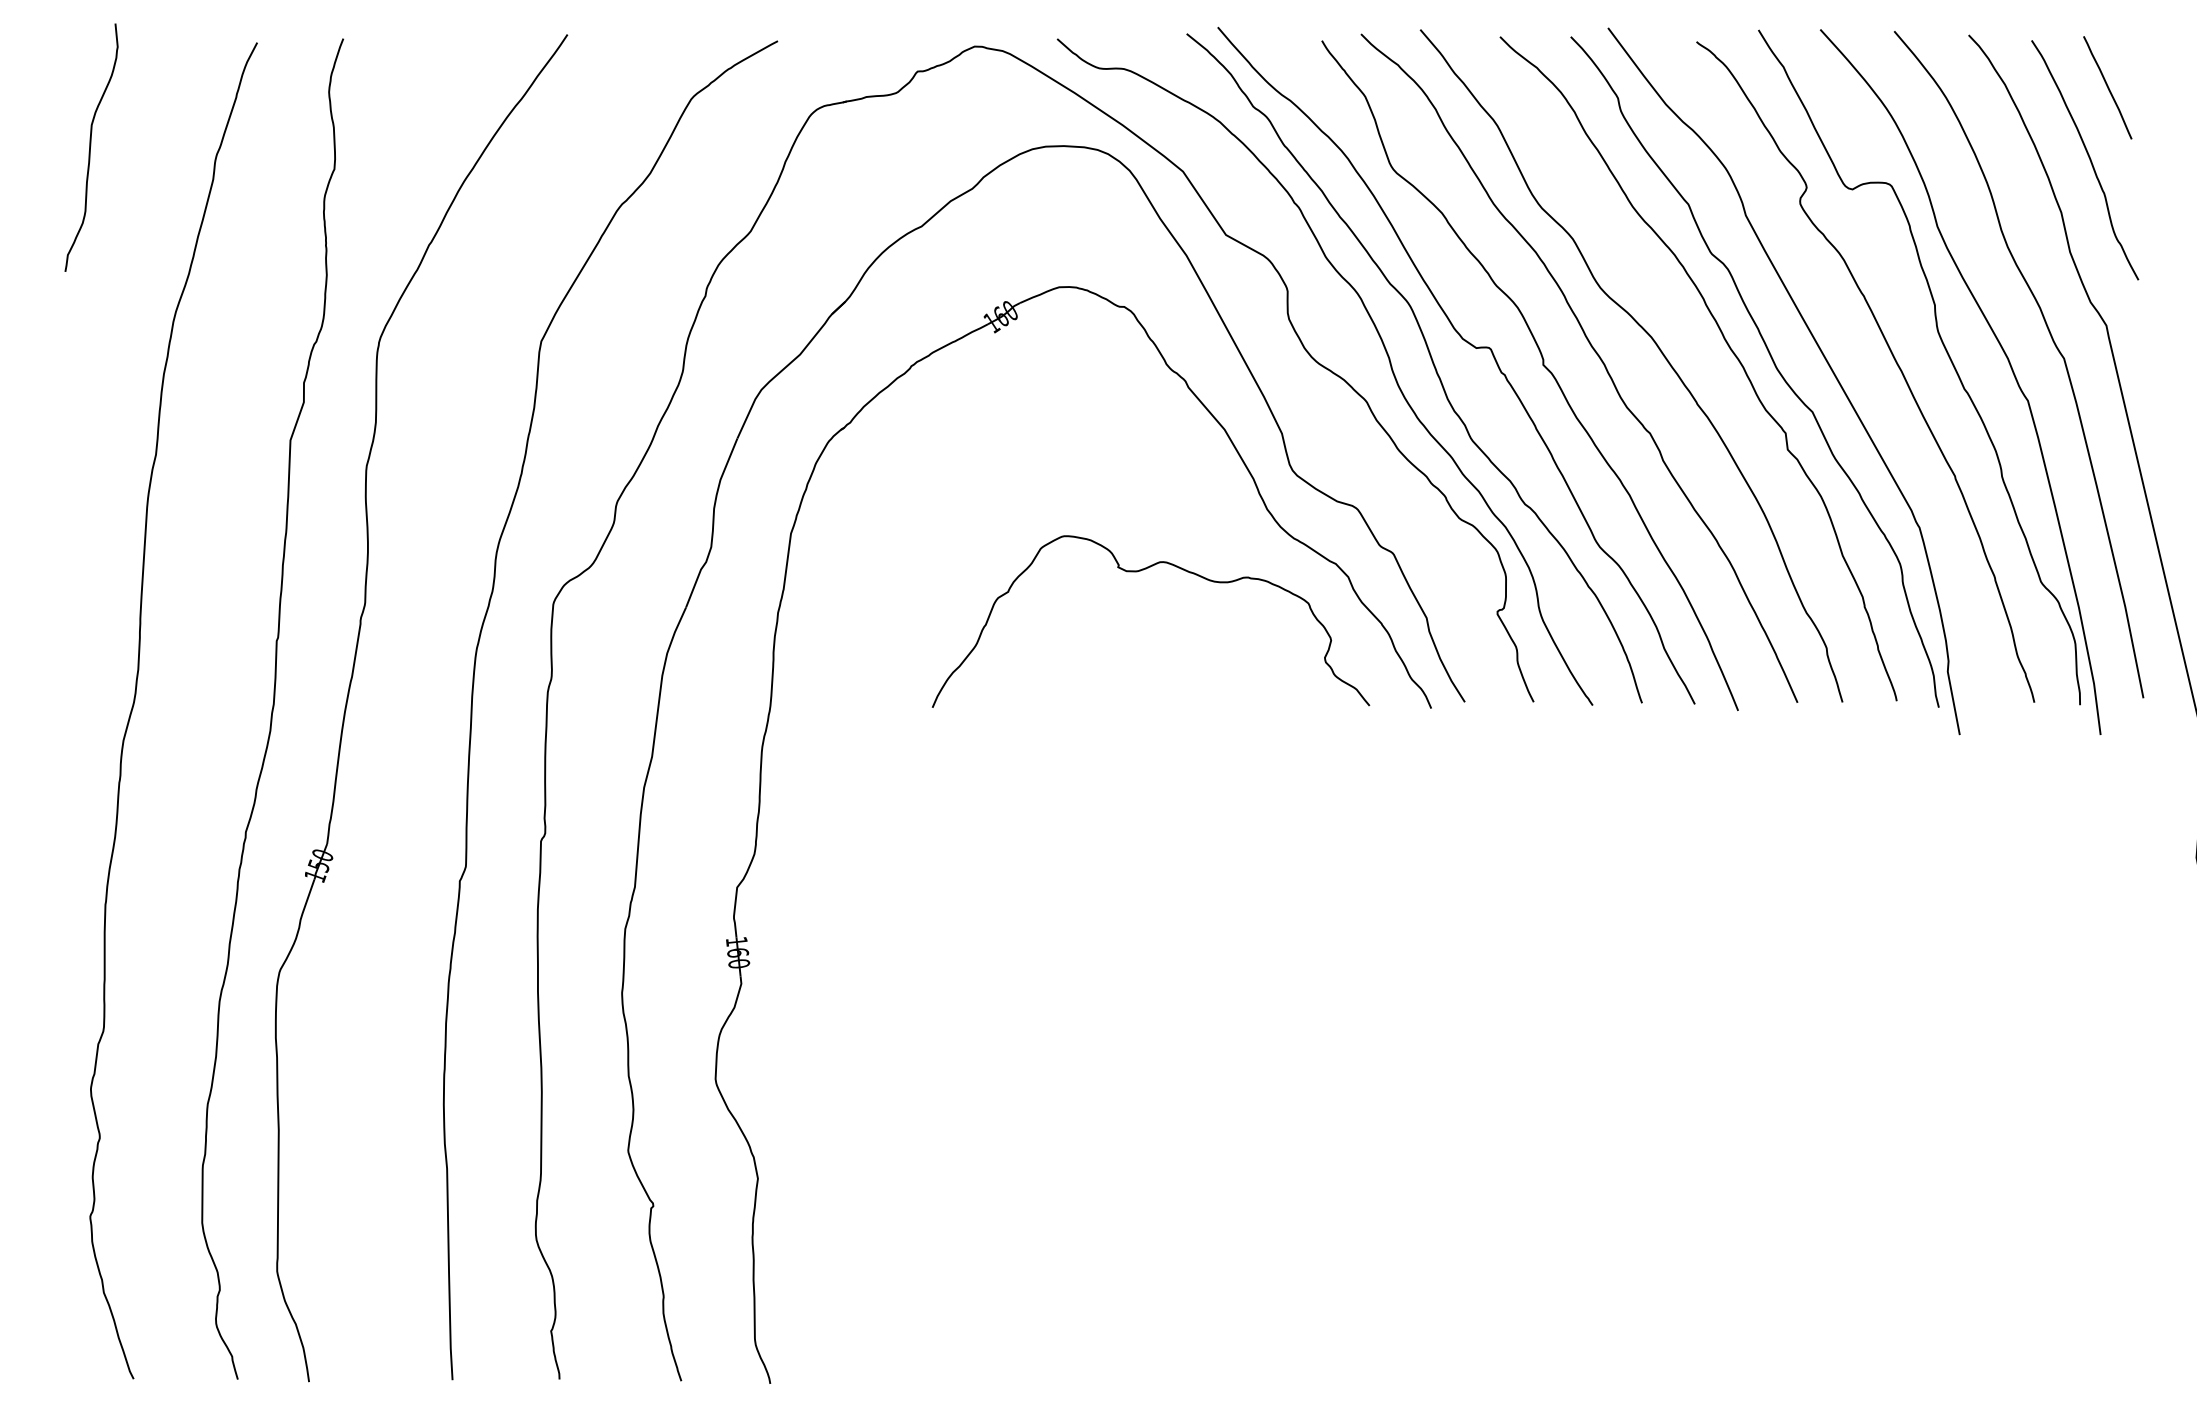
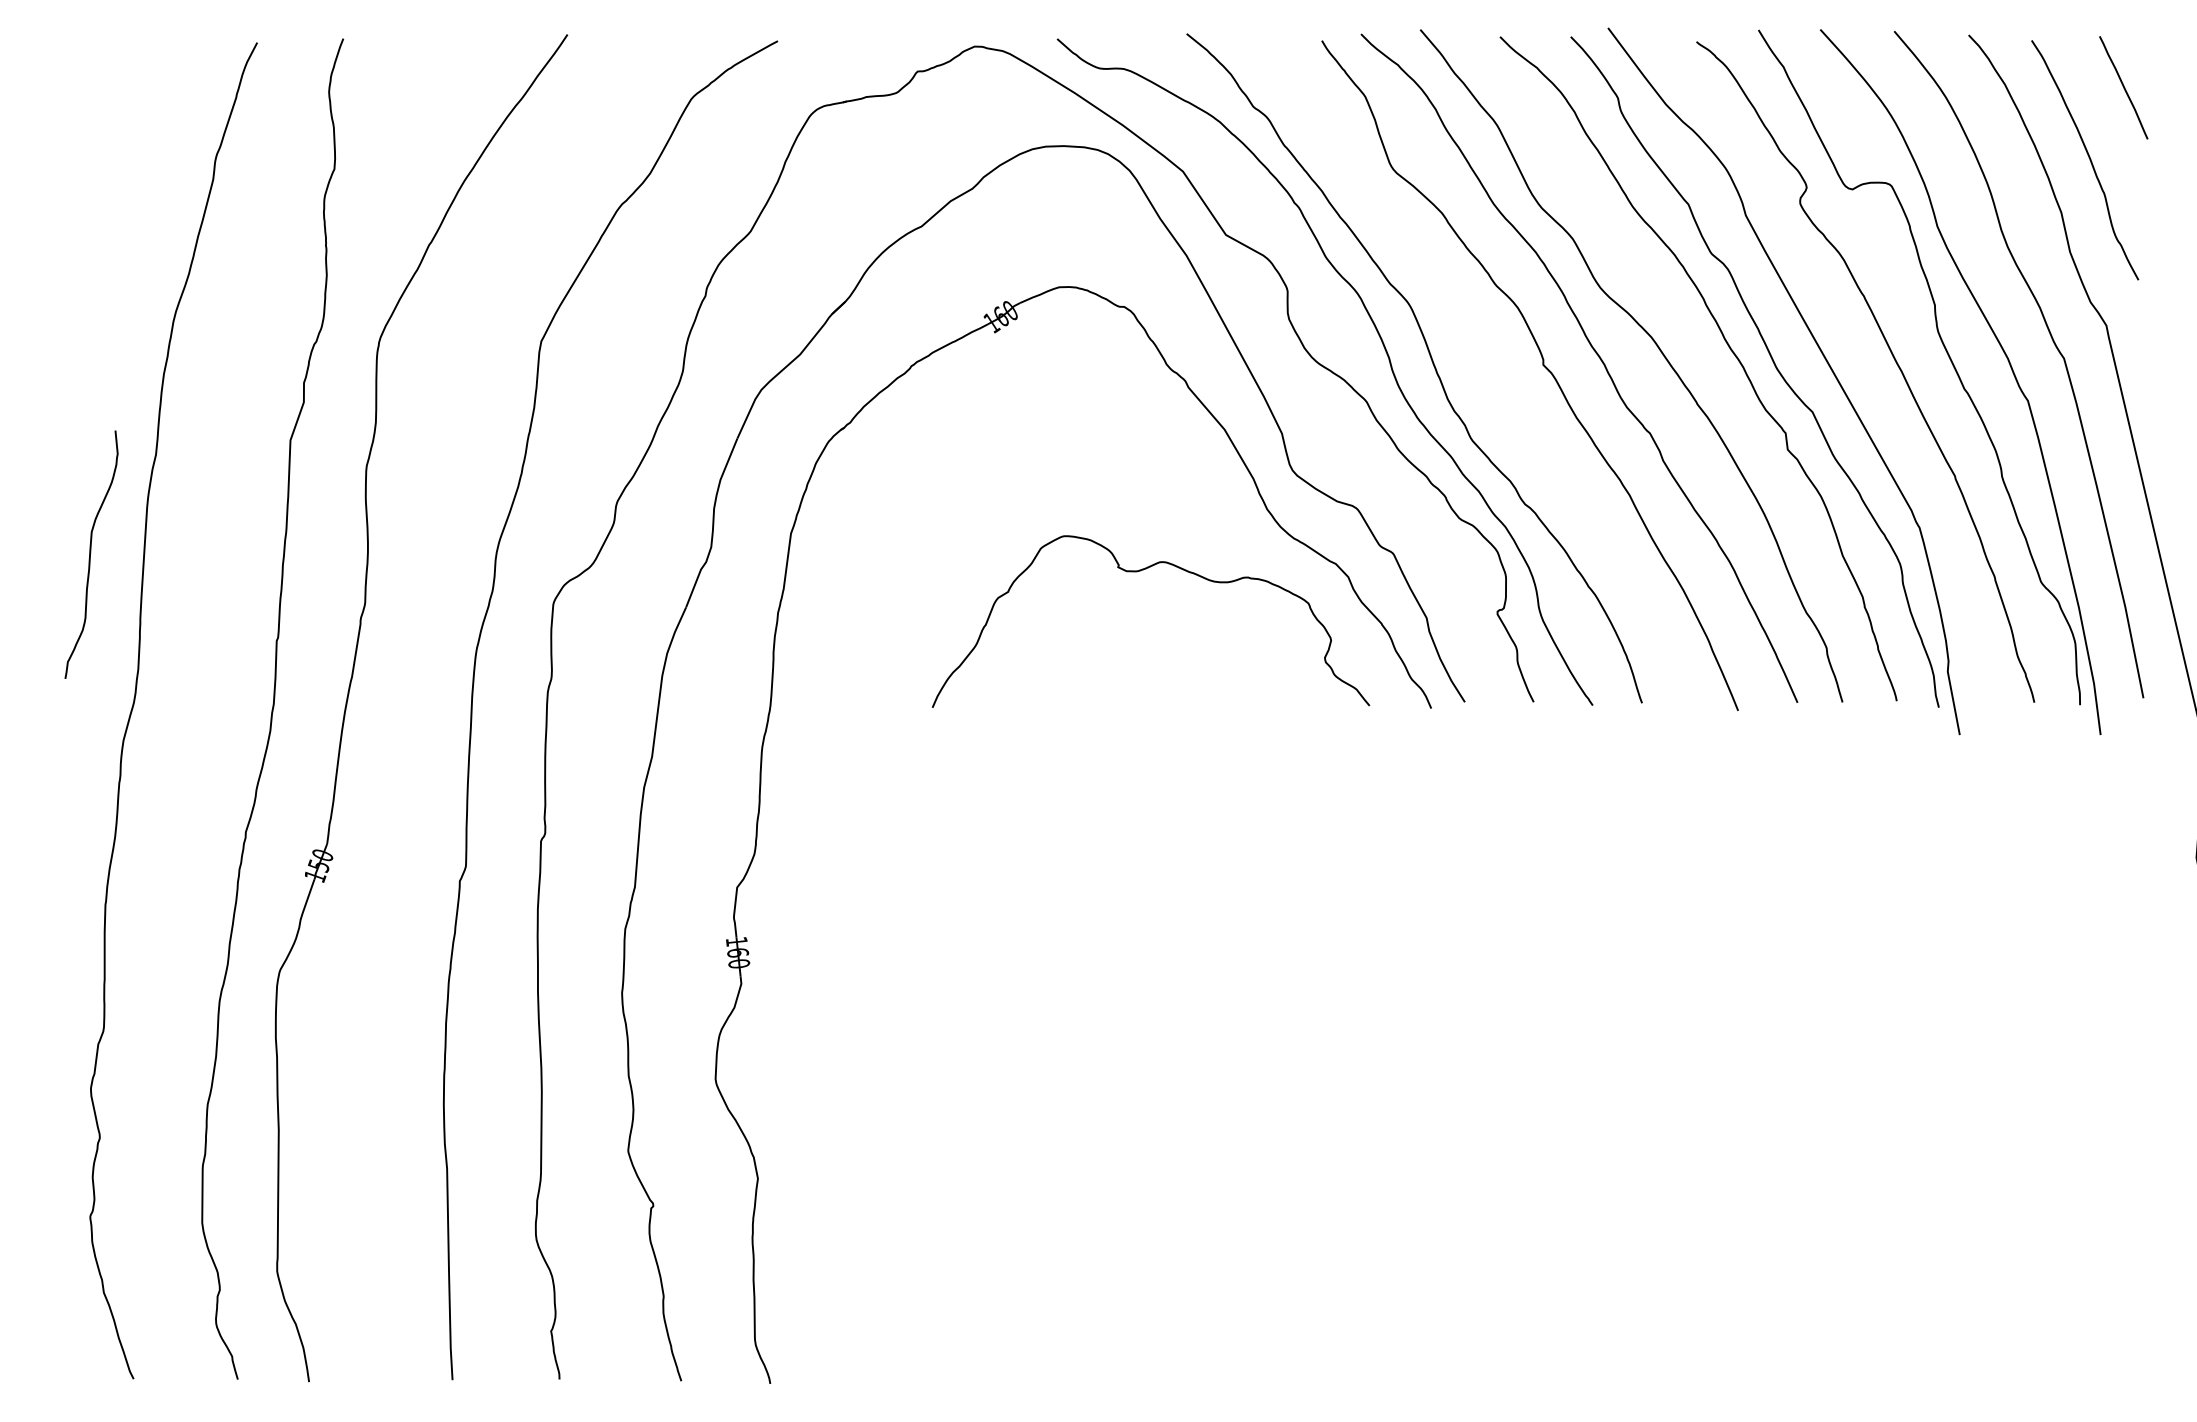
curve at (2107, 87) position: (2107, 87) -> (2123, 87)
curve at (91, 146) position: (91, 146) -> (91, 553)
curve at (1470, 345): present -> none
